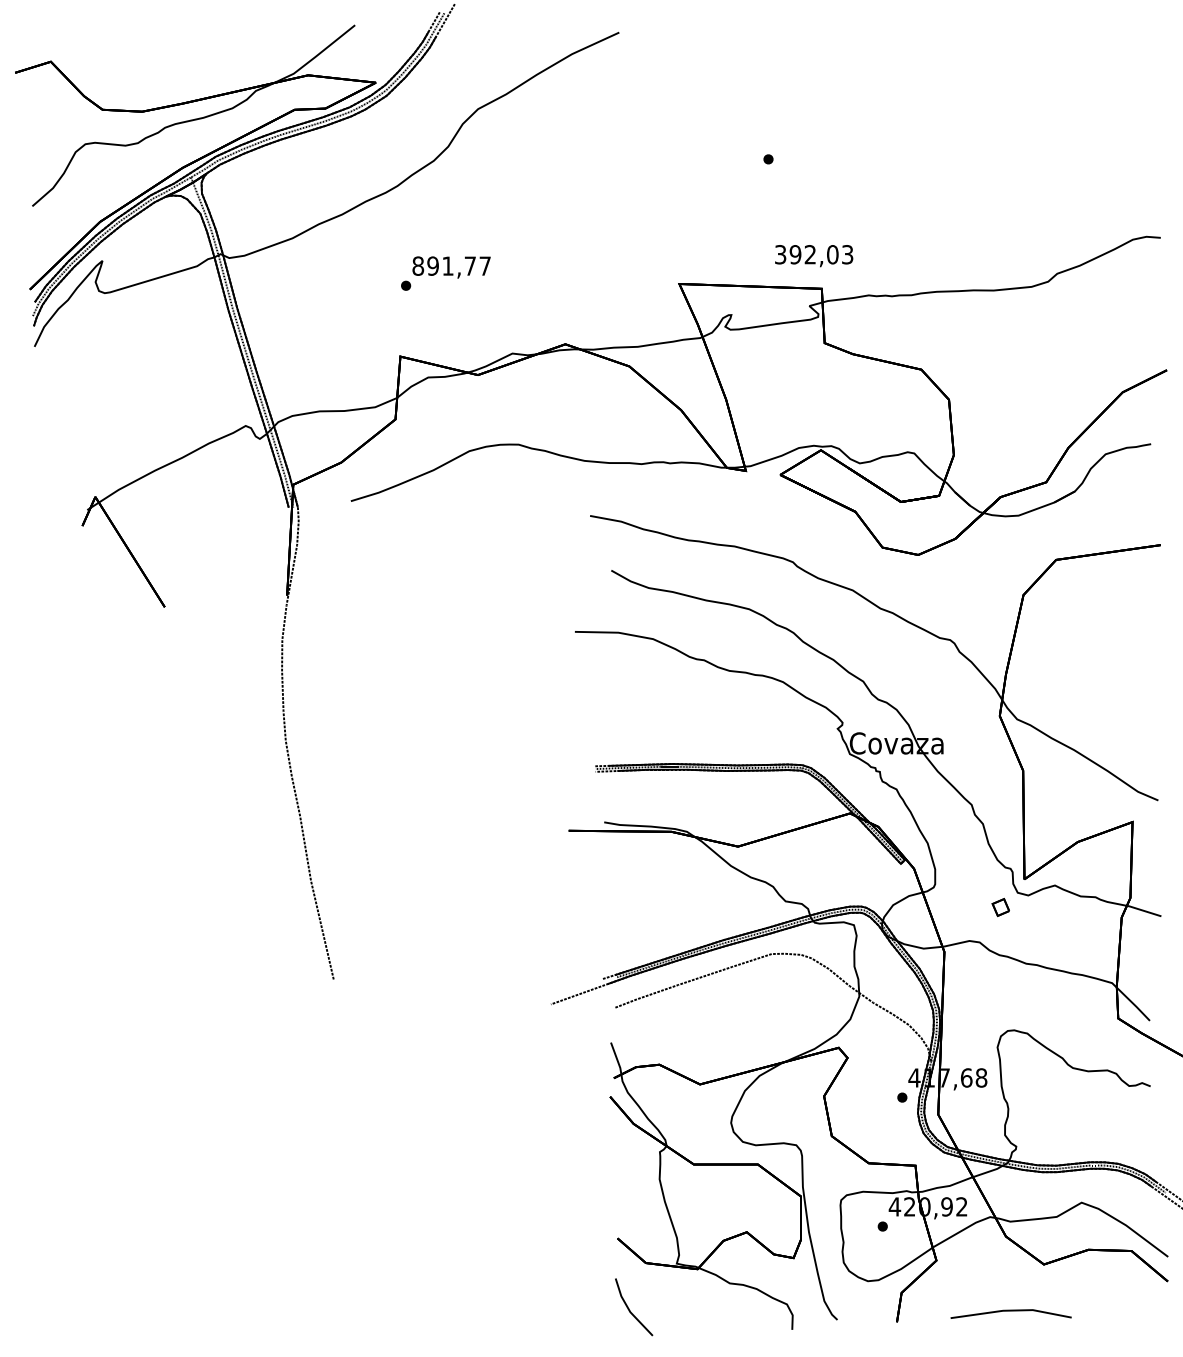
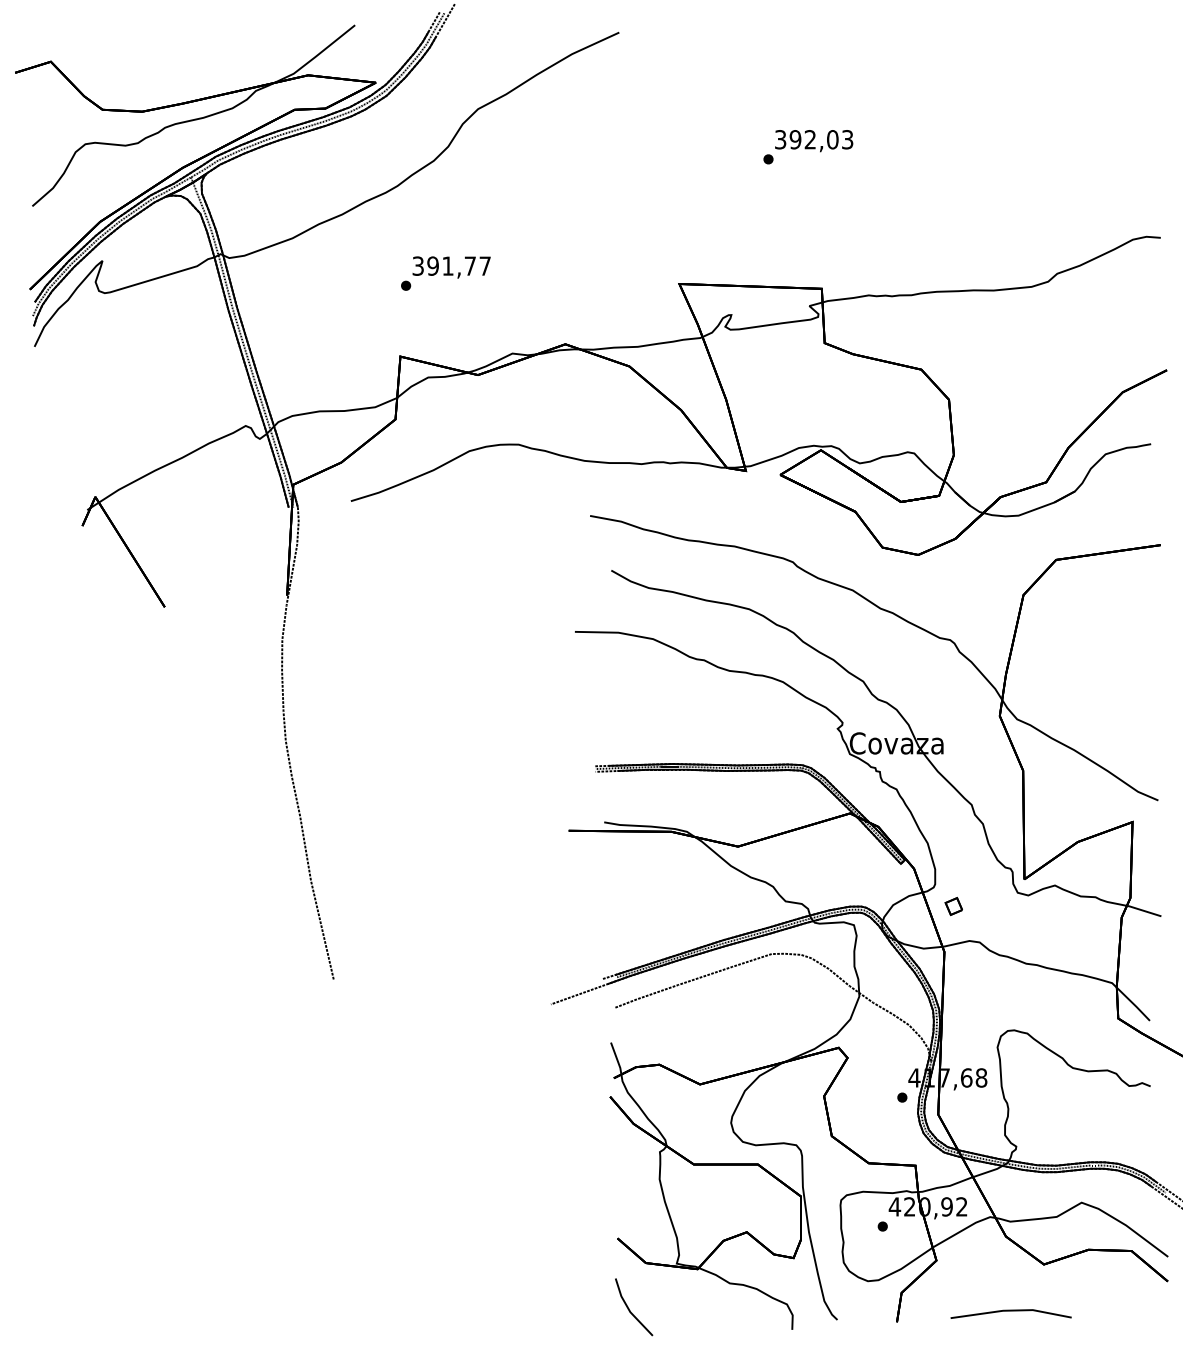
text at (814, 256) position: (814, 256) -> (814, 141)
text at (418, 265): 891,77 -> 391,77
part at (1000, 907) position: (1000, 907) -> (953, 906)
